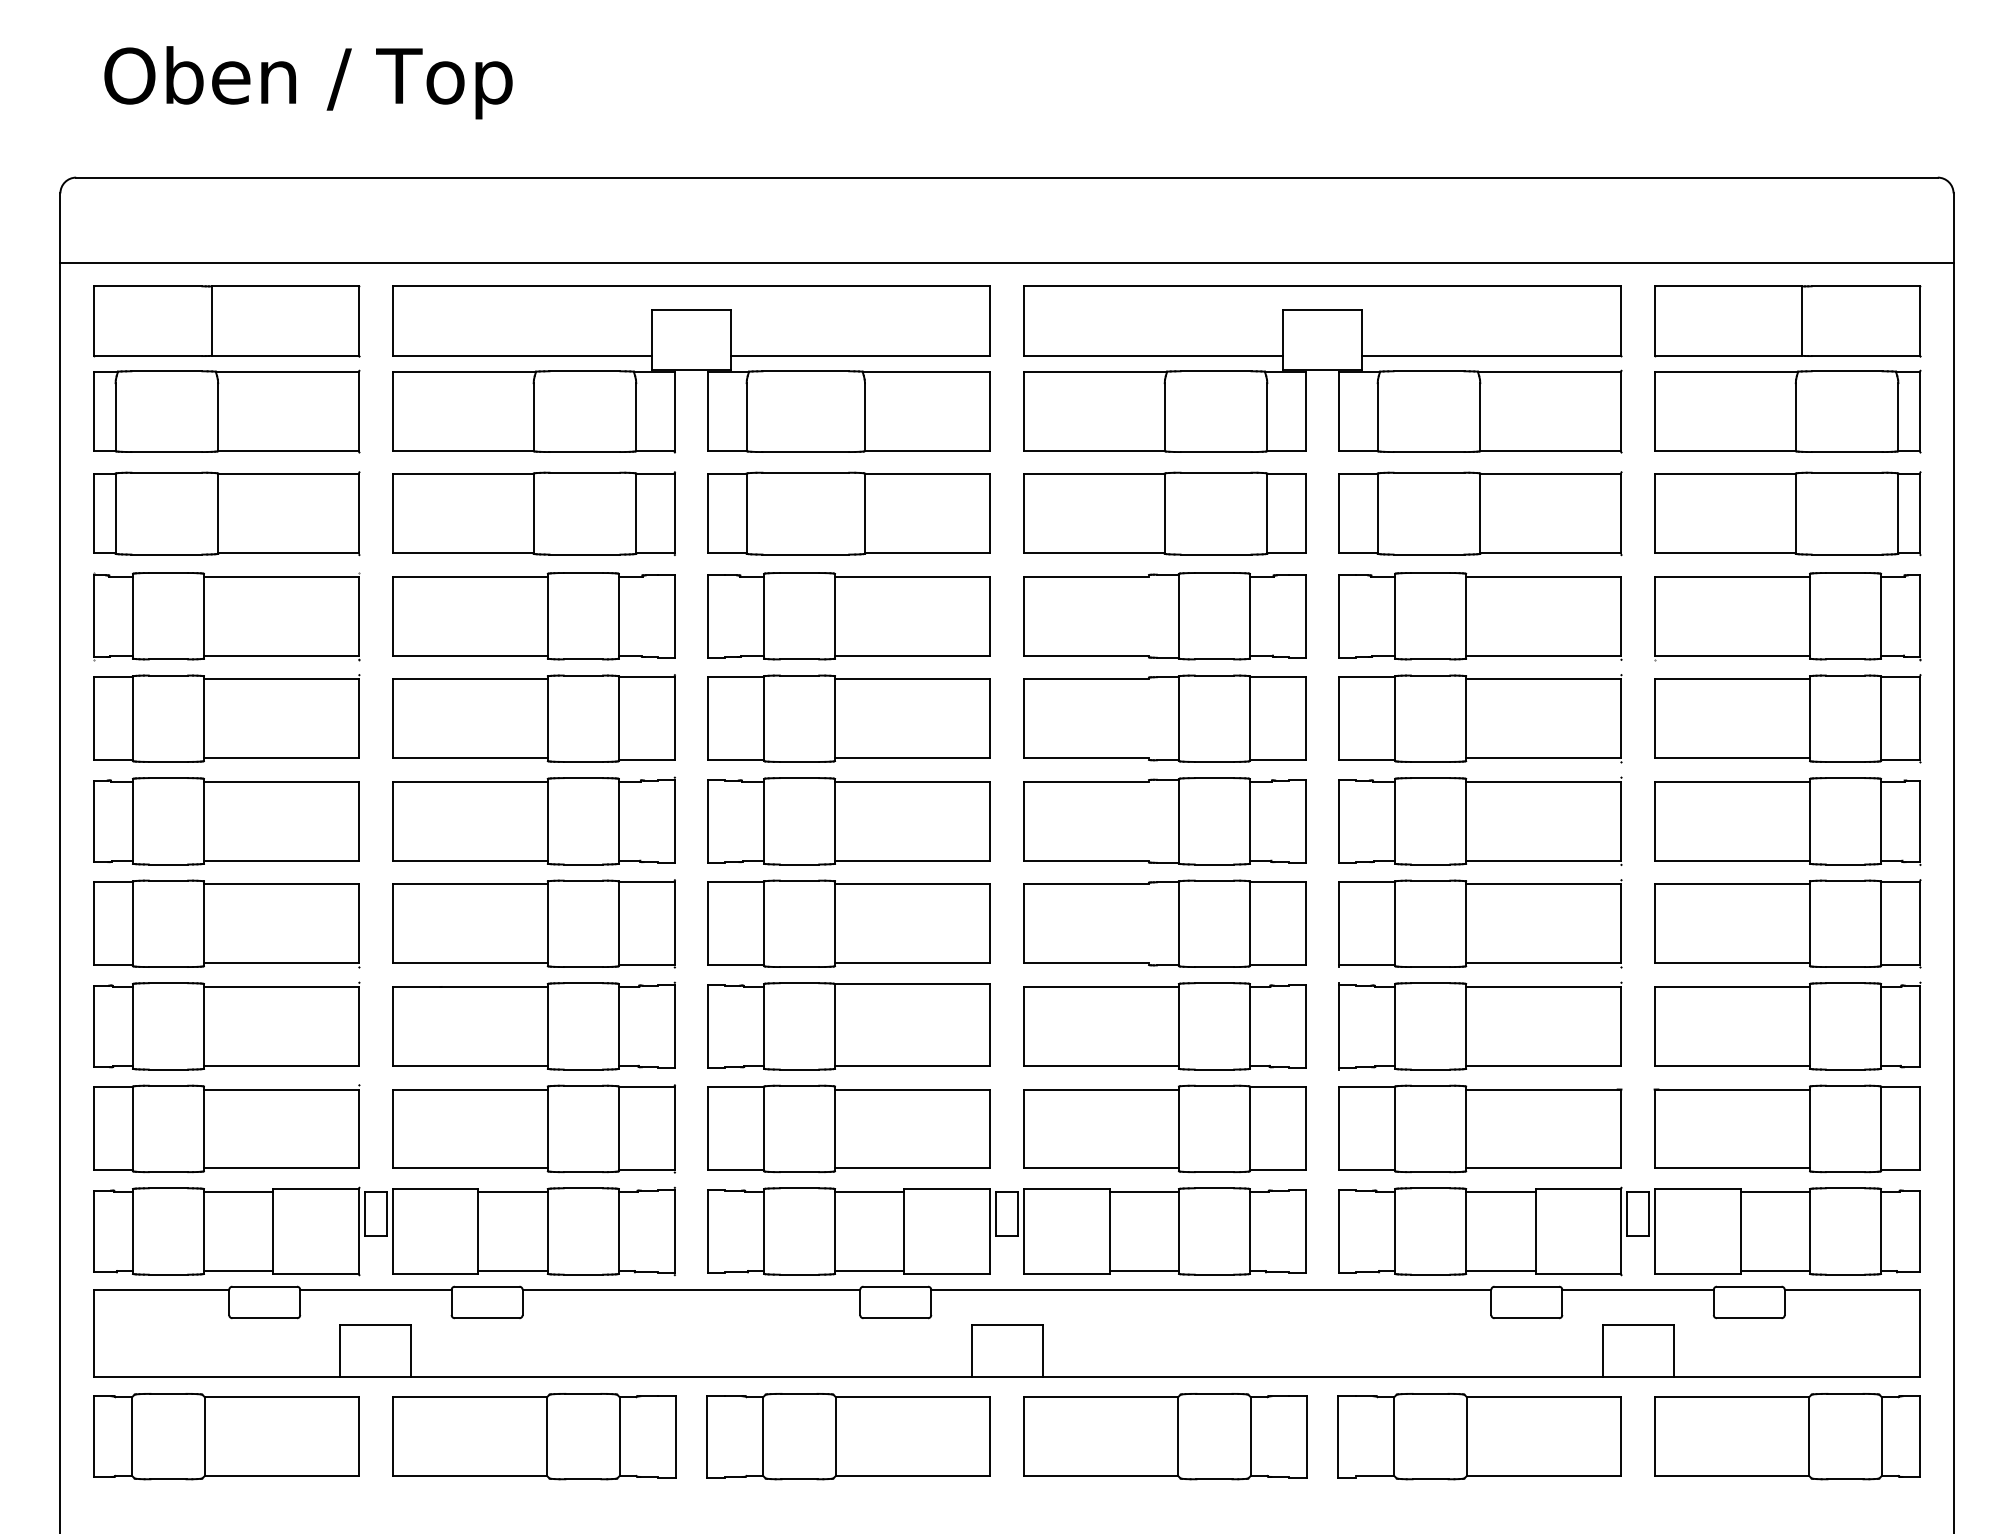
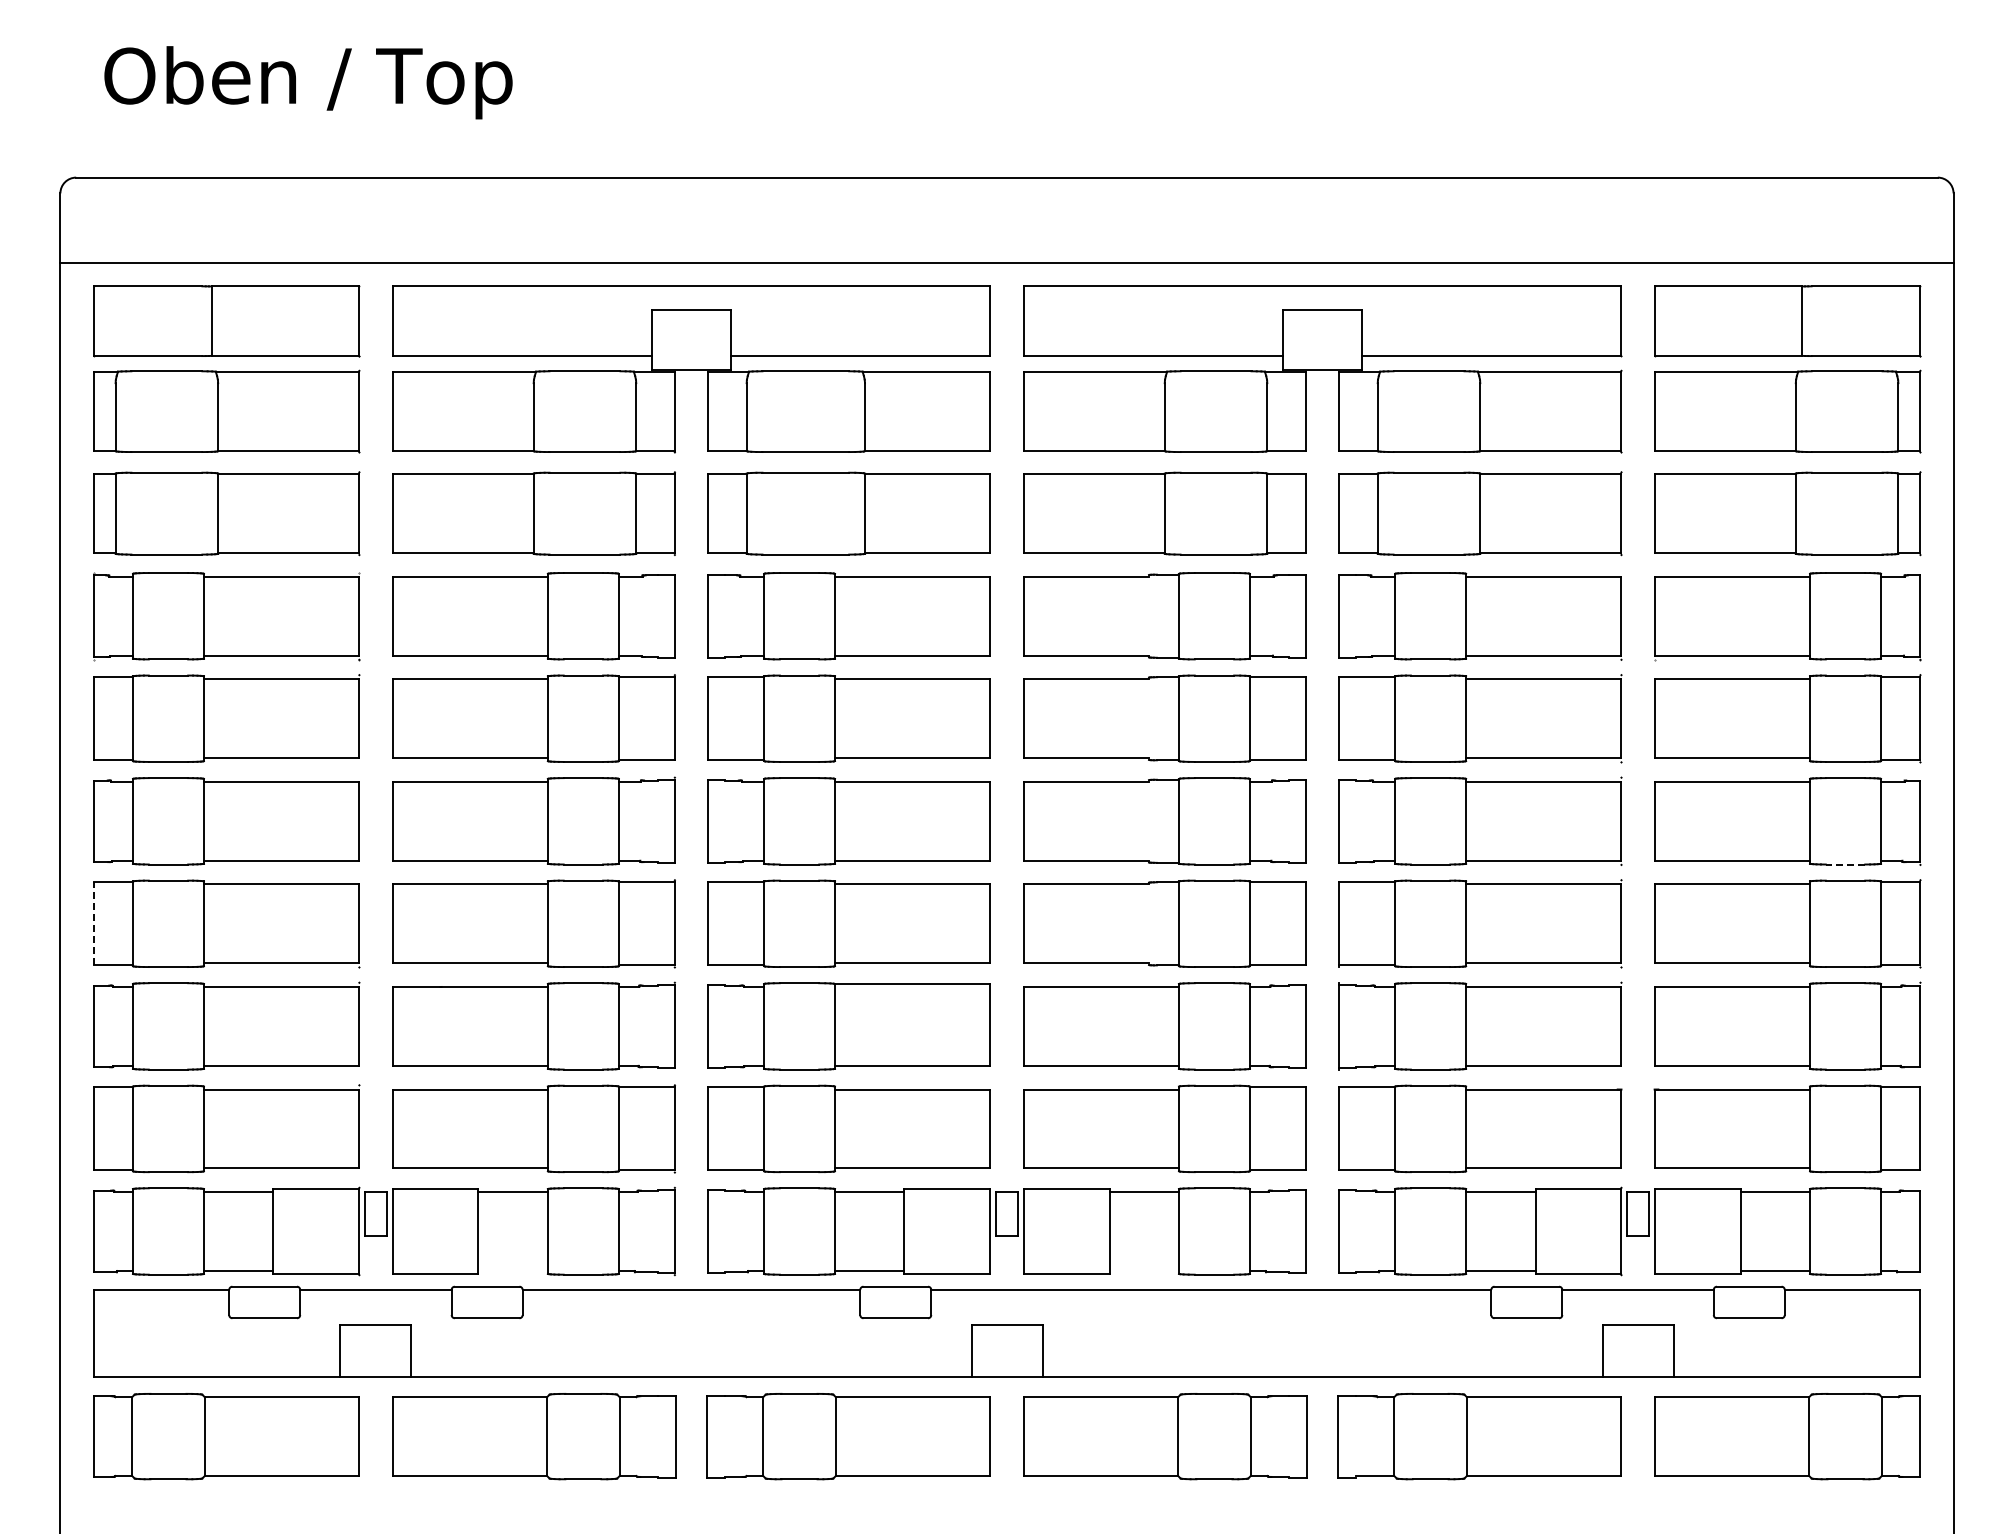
line at (1845, 864): solid -> dashed
line at (93, 923): solid -> dashed
line at (512, 1270): present -> none
line at (1143, 1270): present -> none
